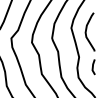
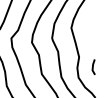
curve at (87, 29): present -> none
